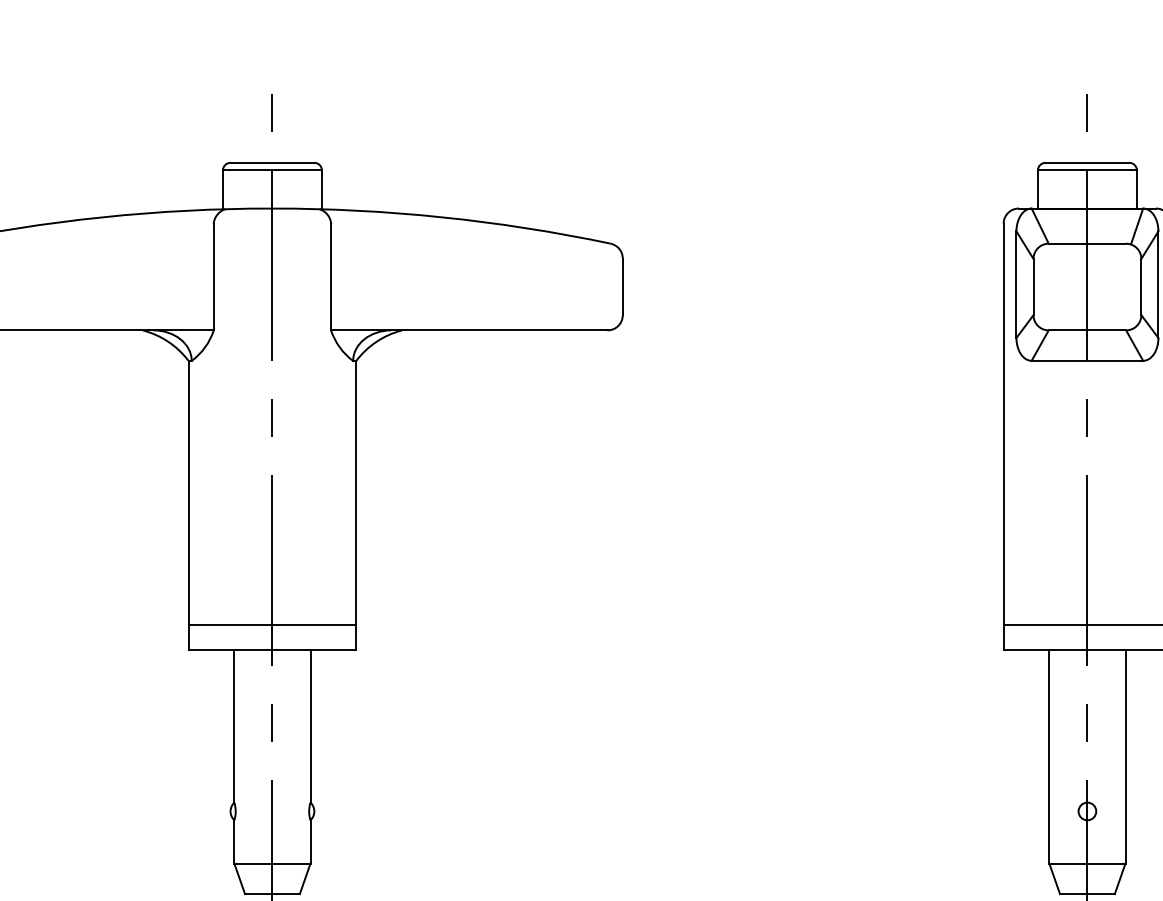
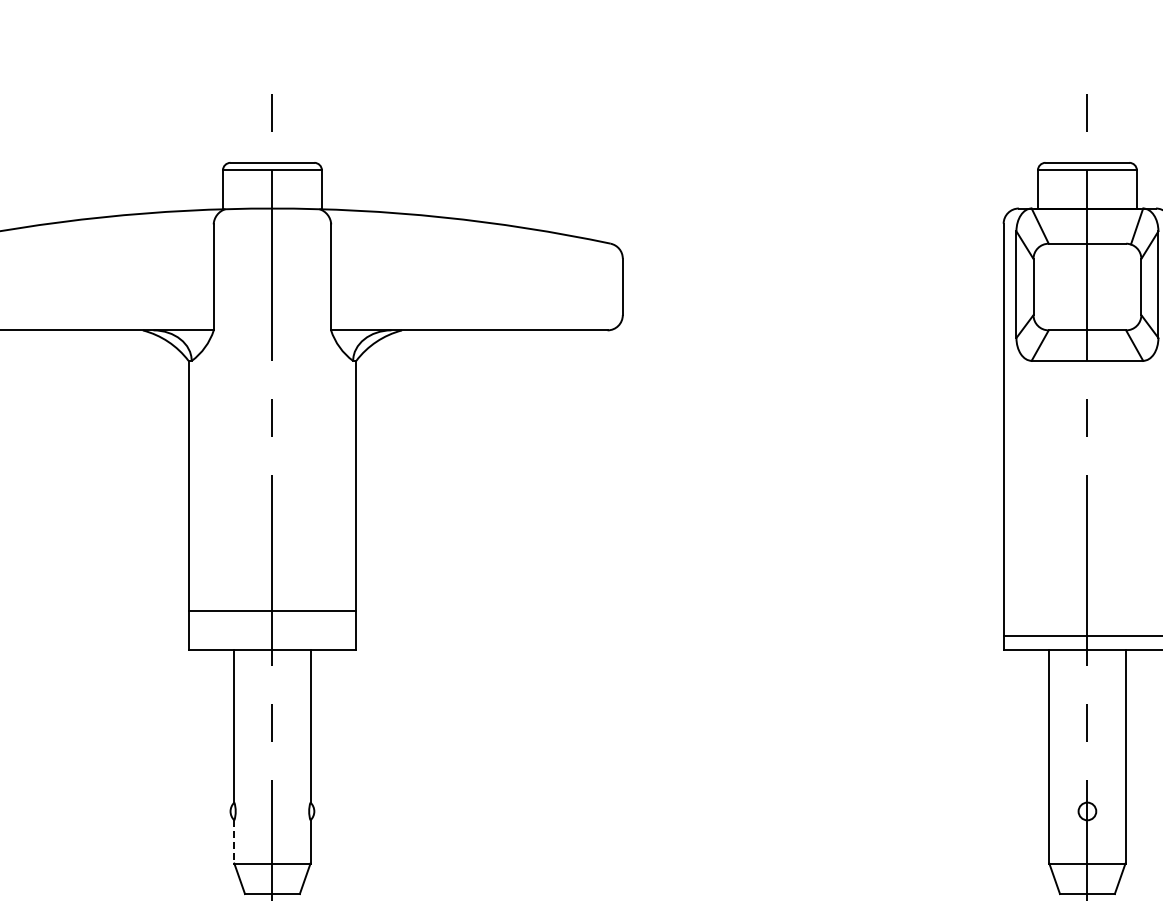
line at (272, 625) position: (272, 625) -> (272, 611)
line at (1081, 625) position: (1081, 625) -> (1081, 636)
line at (234, 841): solid -> dashed
